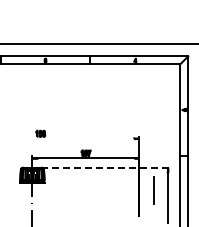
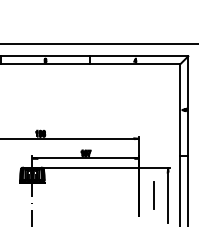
line at (68, 138): none -> present
line at (105, 167): dashed -> solid
line at (153, 190) position: (153, 190) -> (153, 195)
